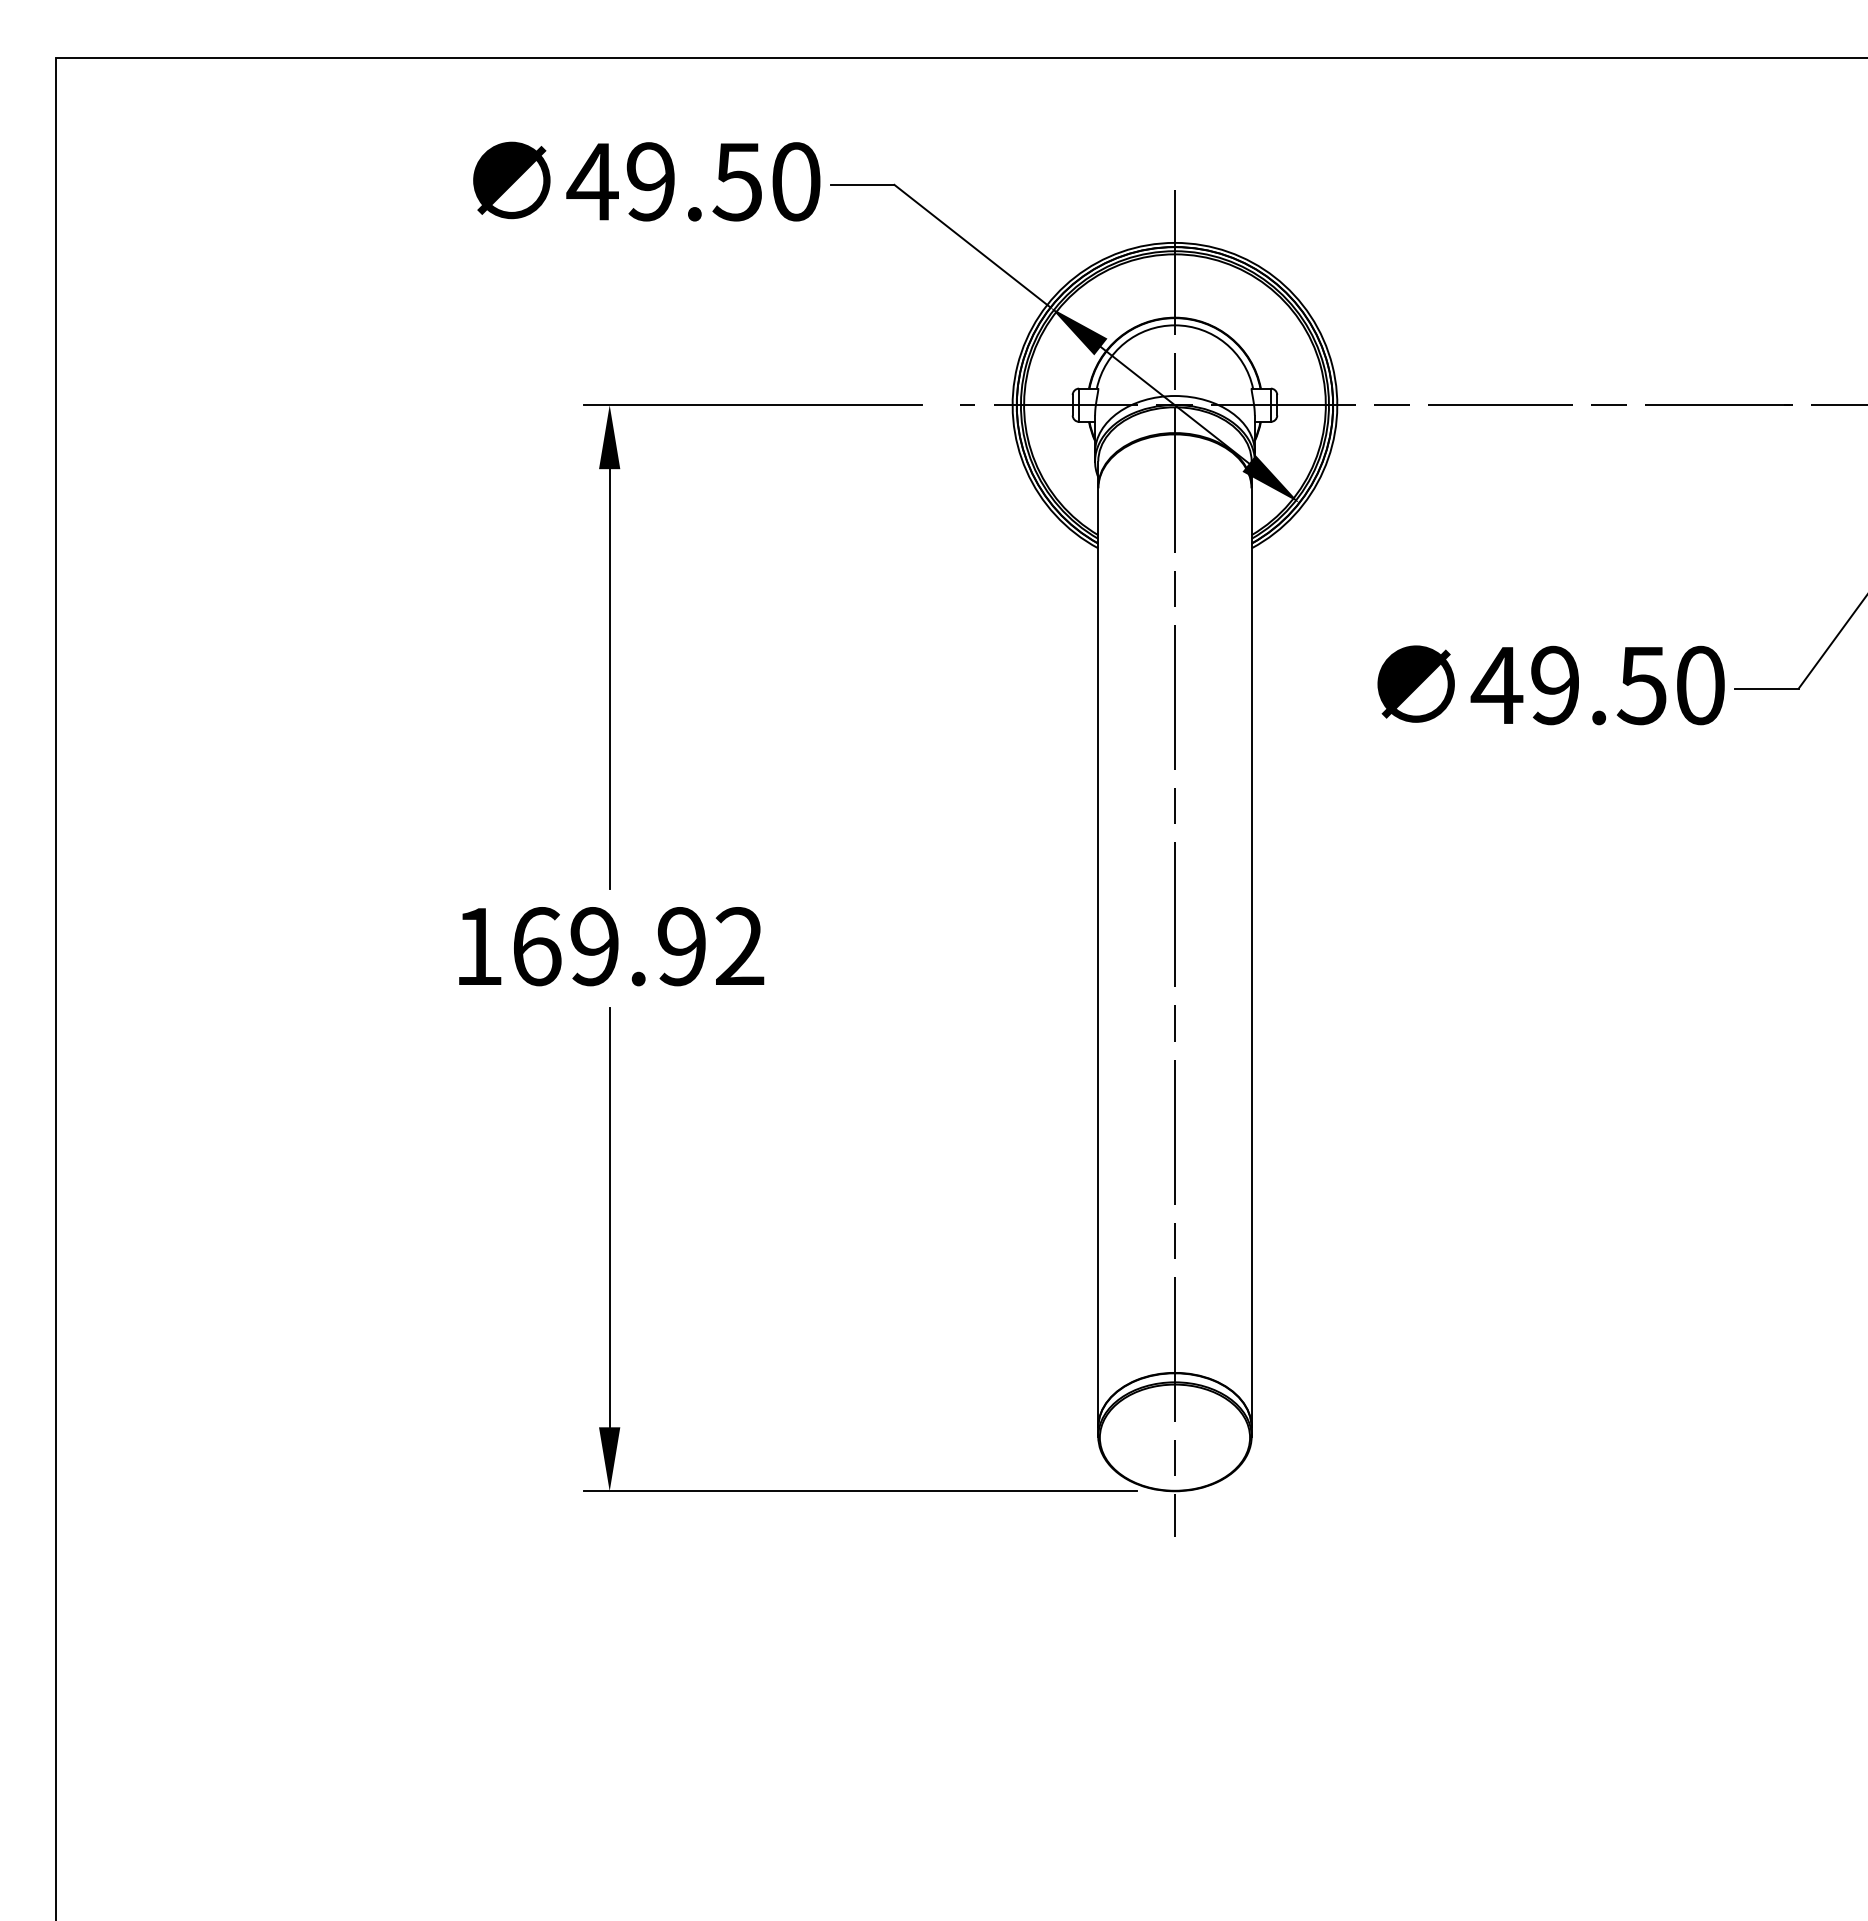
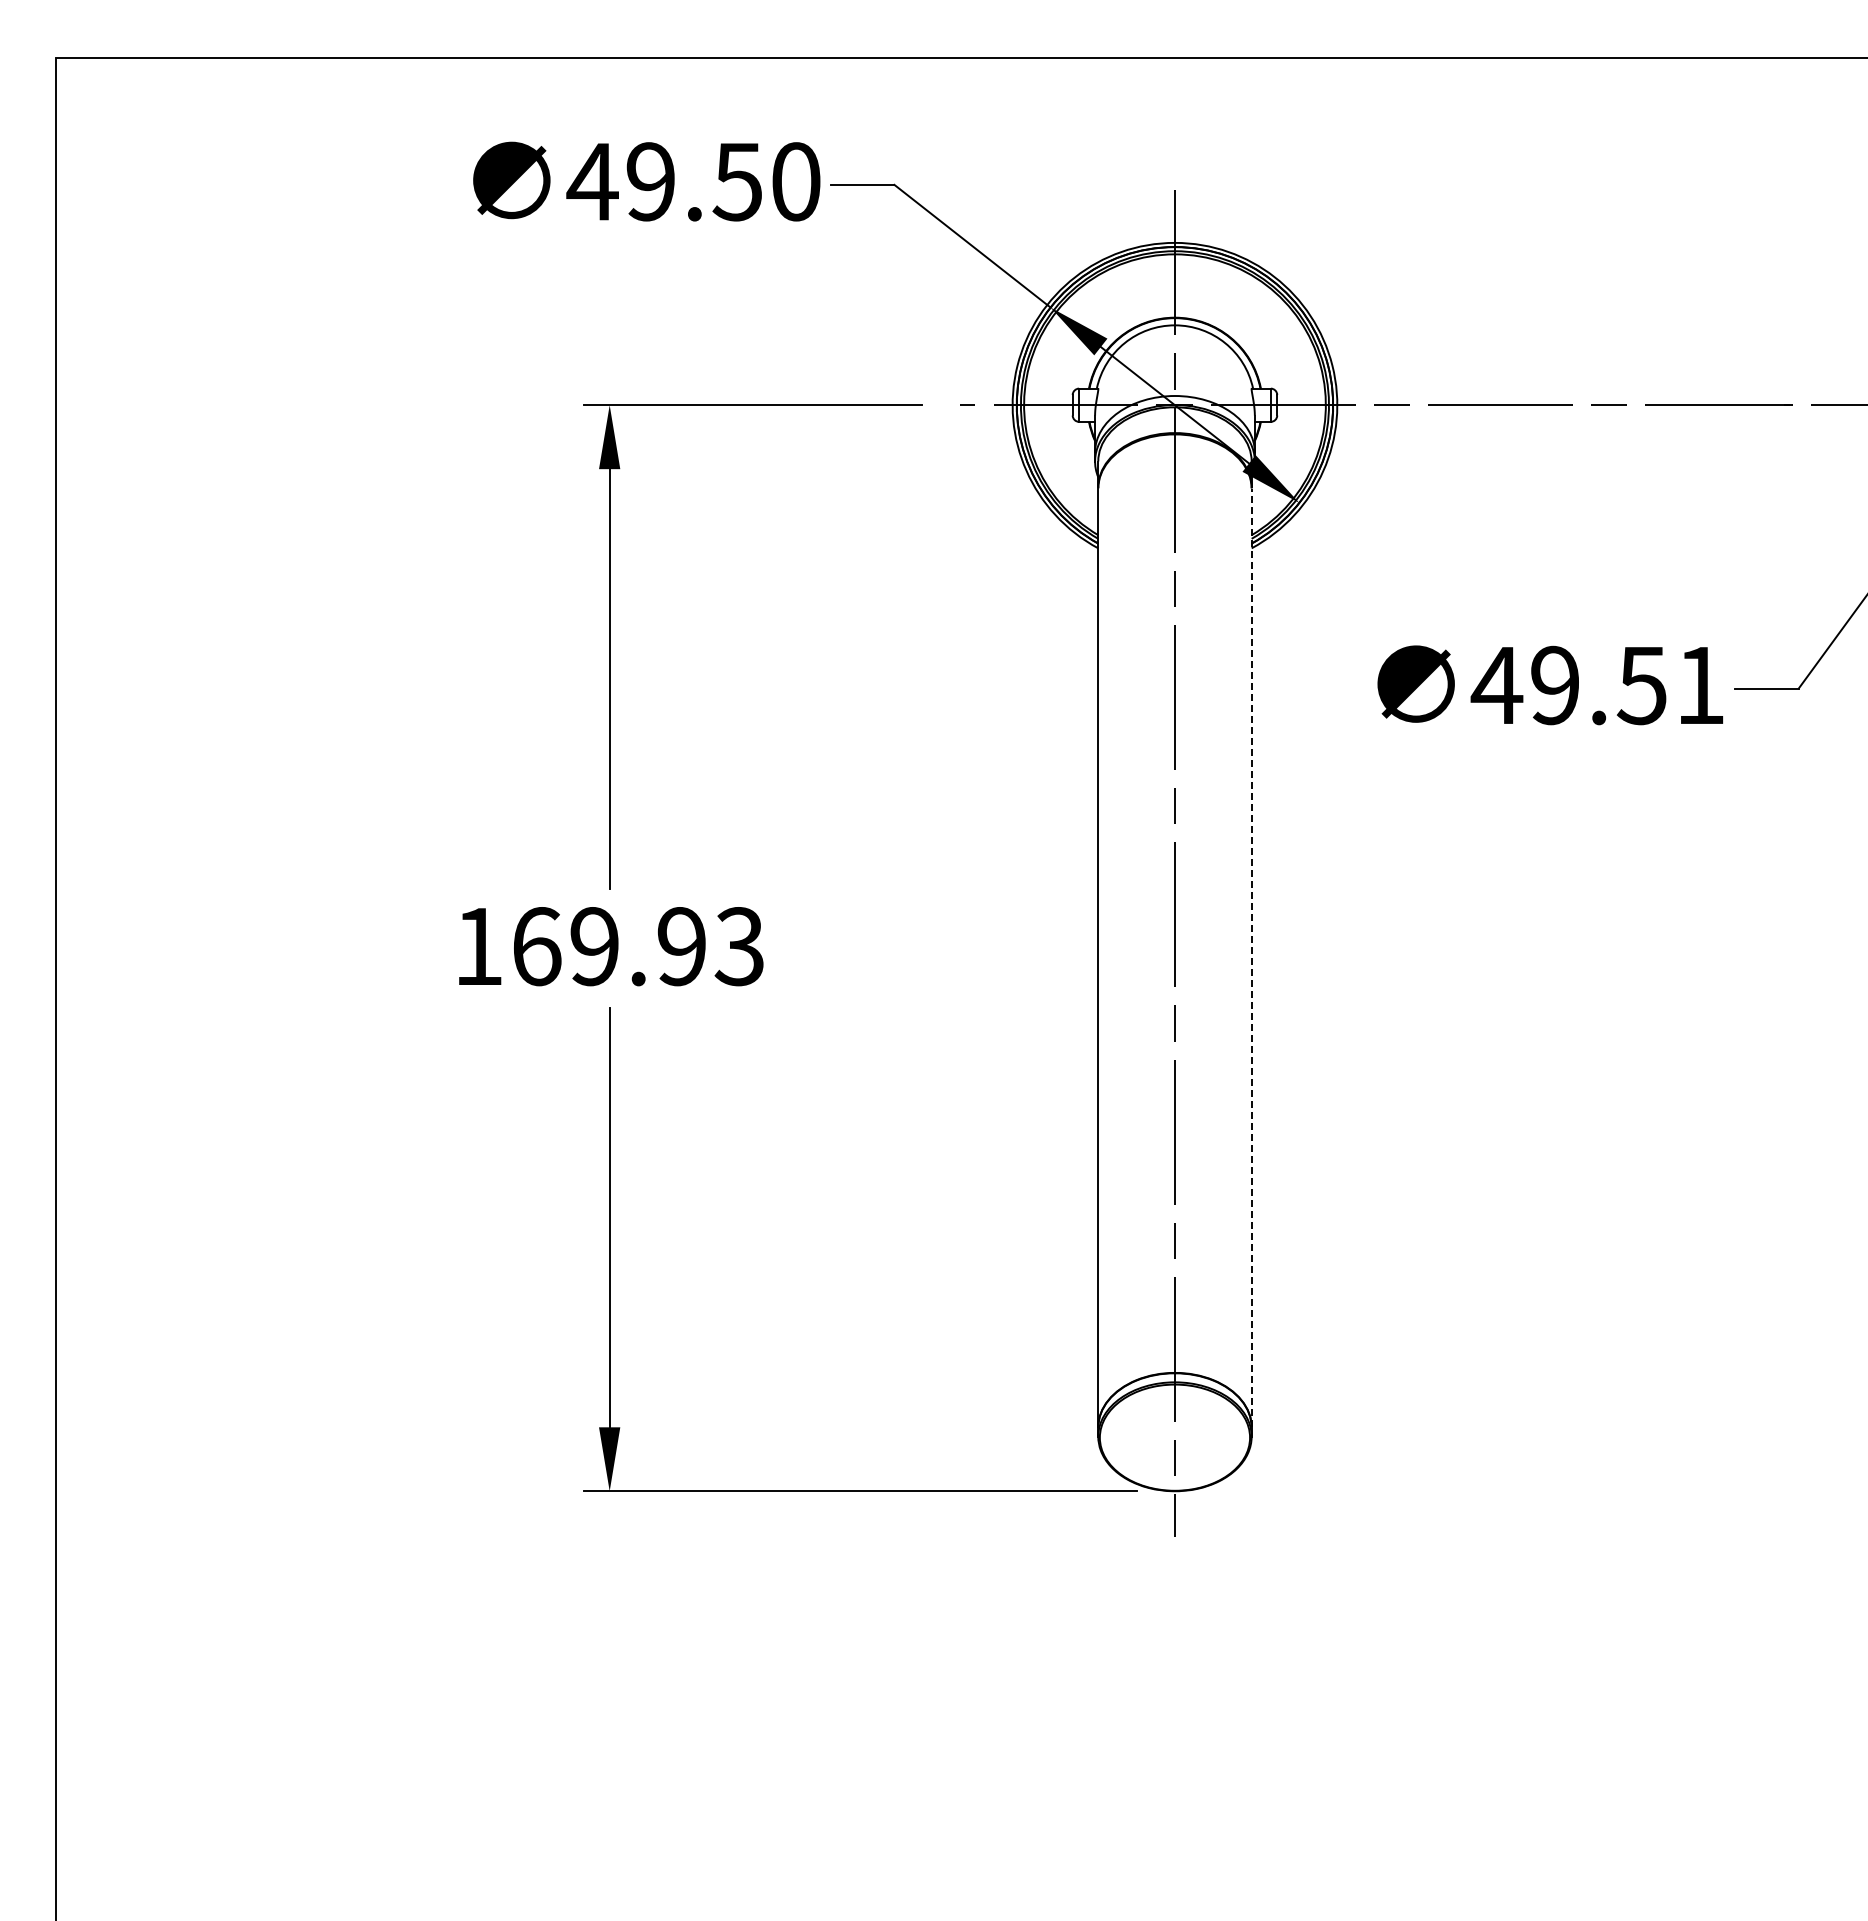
text at (1700, 685): 49.50 -> 49.51
text at (739, 946): 169.92 -> 169.93
line at (1251, 957): solid -> dashed
